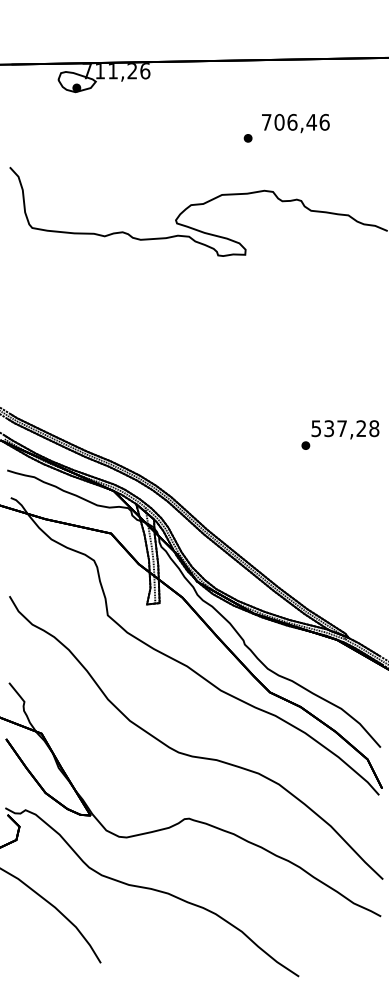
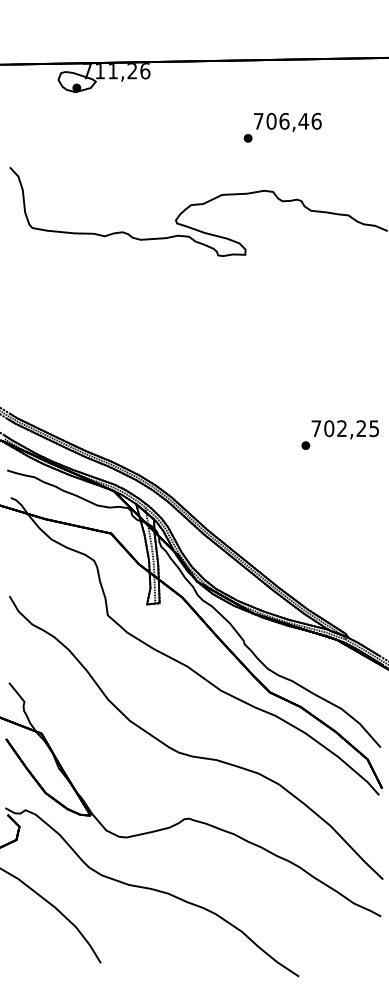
text at (295, 123) position: (295, 123) -> (287, 122)
text at (345, 428): 537,28 -> 702,25
